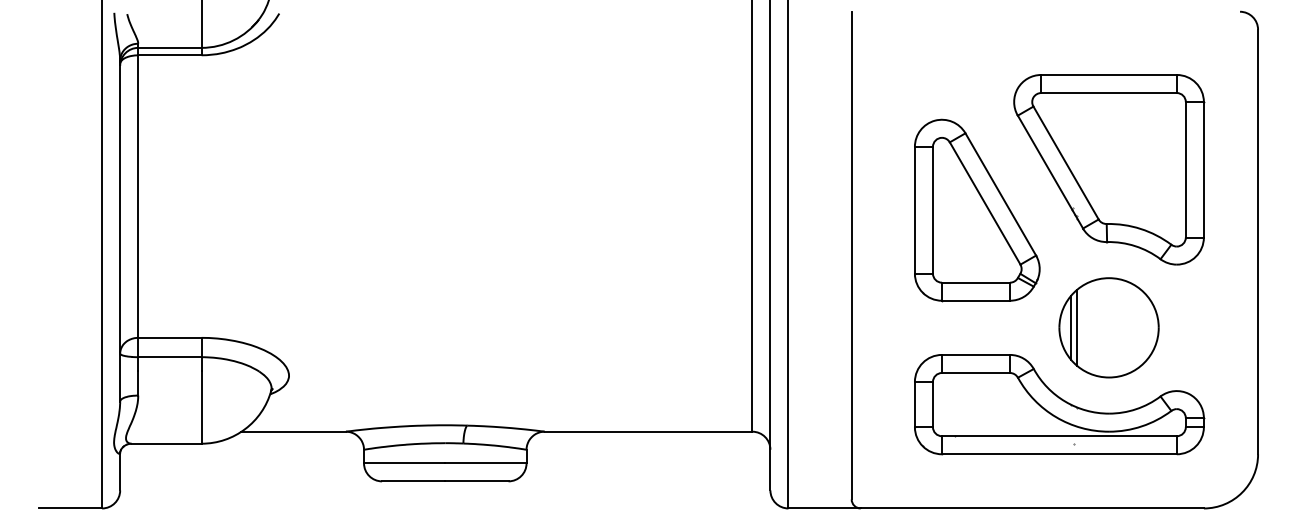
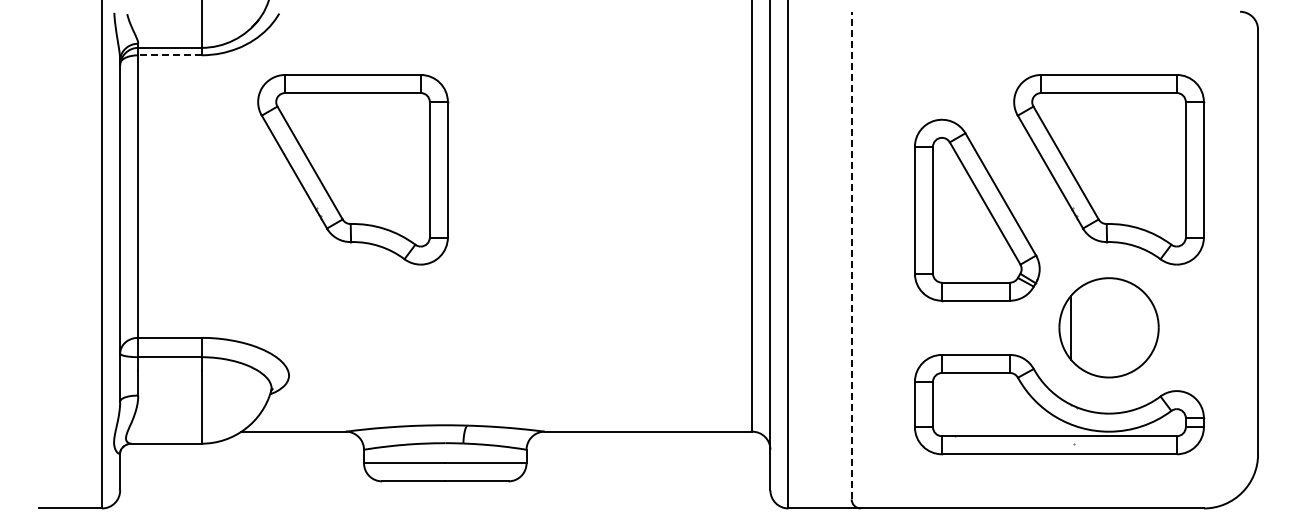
line at (169, 55): solid -> dashed
part at (353, 169): none -> present
line at (851, 255): solid -> dashed
line at (1077, 327): present -> none
